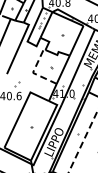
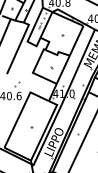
line at (33, 72): dashed -> solid
line at (83, 141): dashed -> solid
